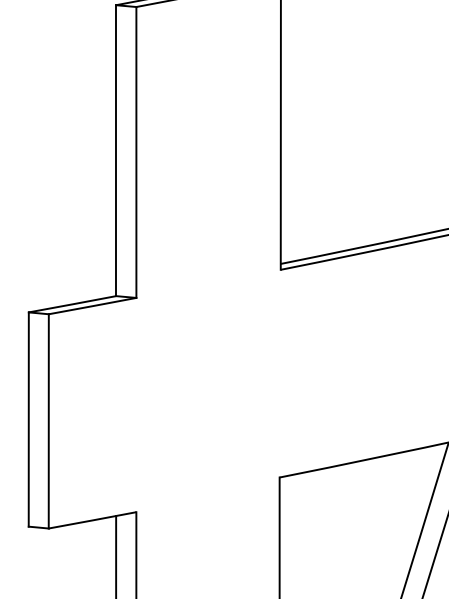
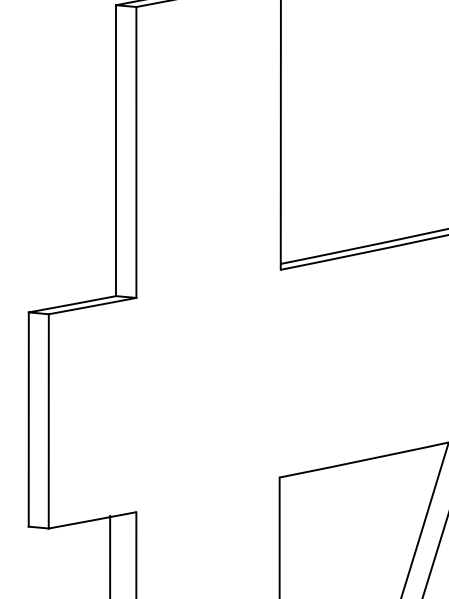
line at (116, 555) position: (116, 555) -> (110, 555)
